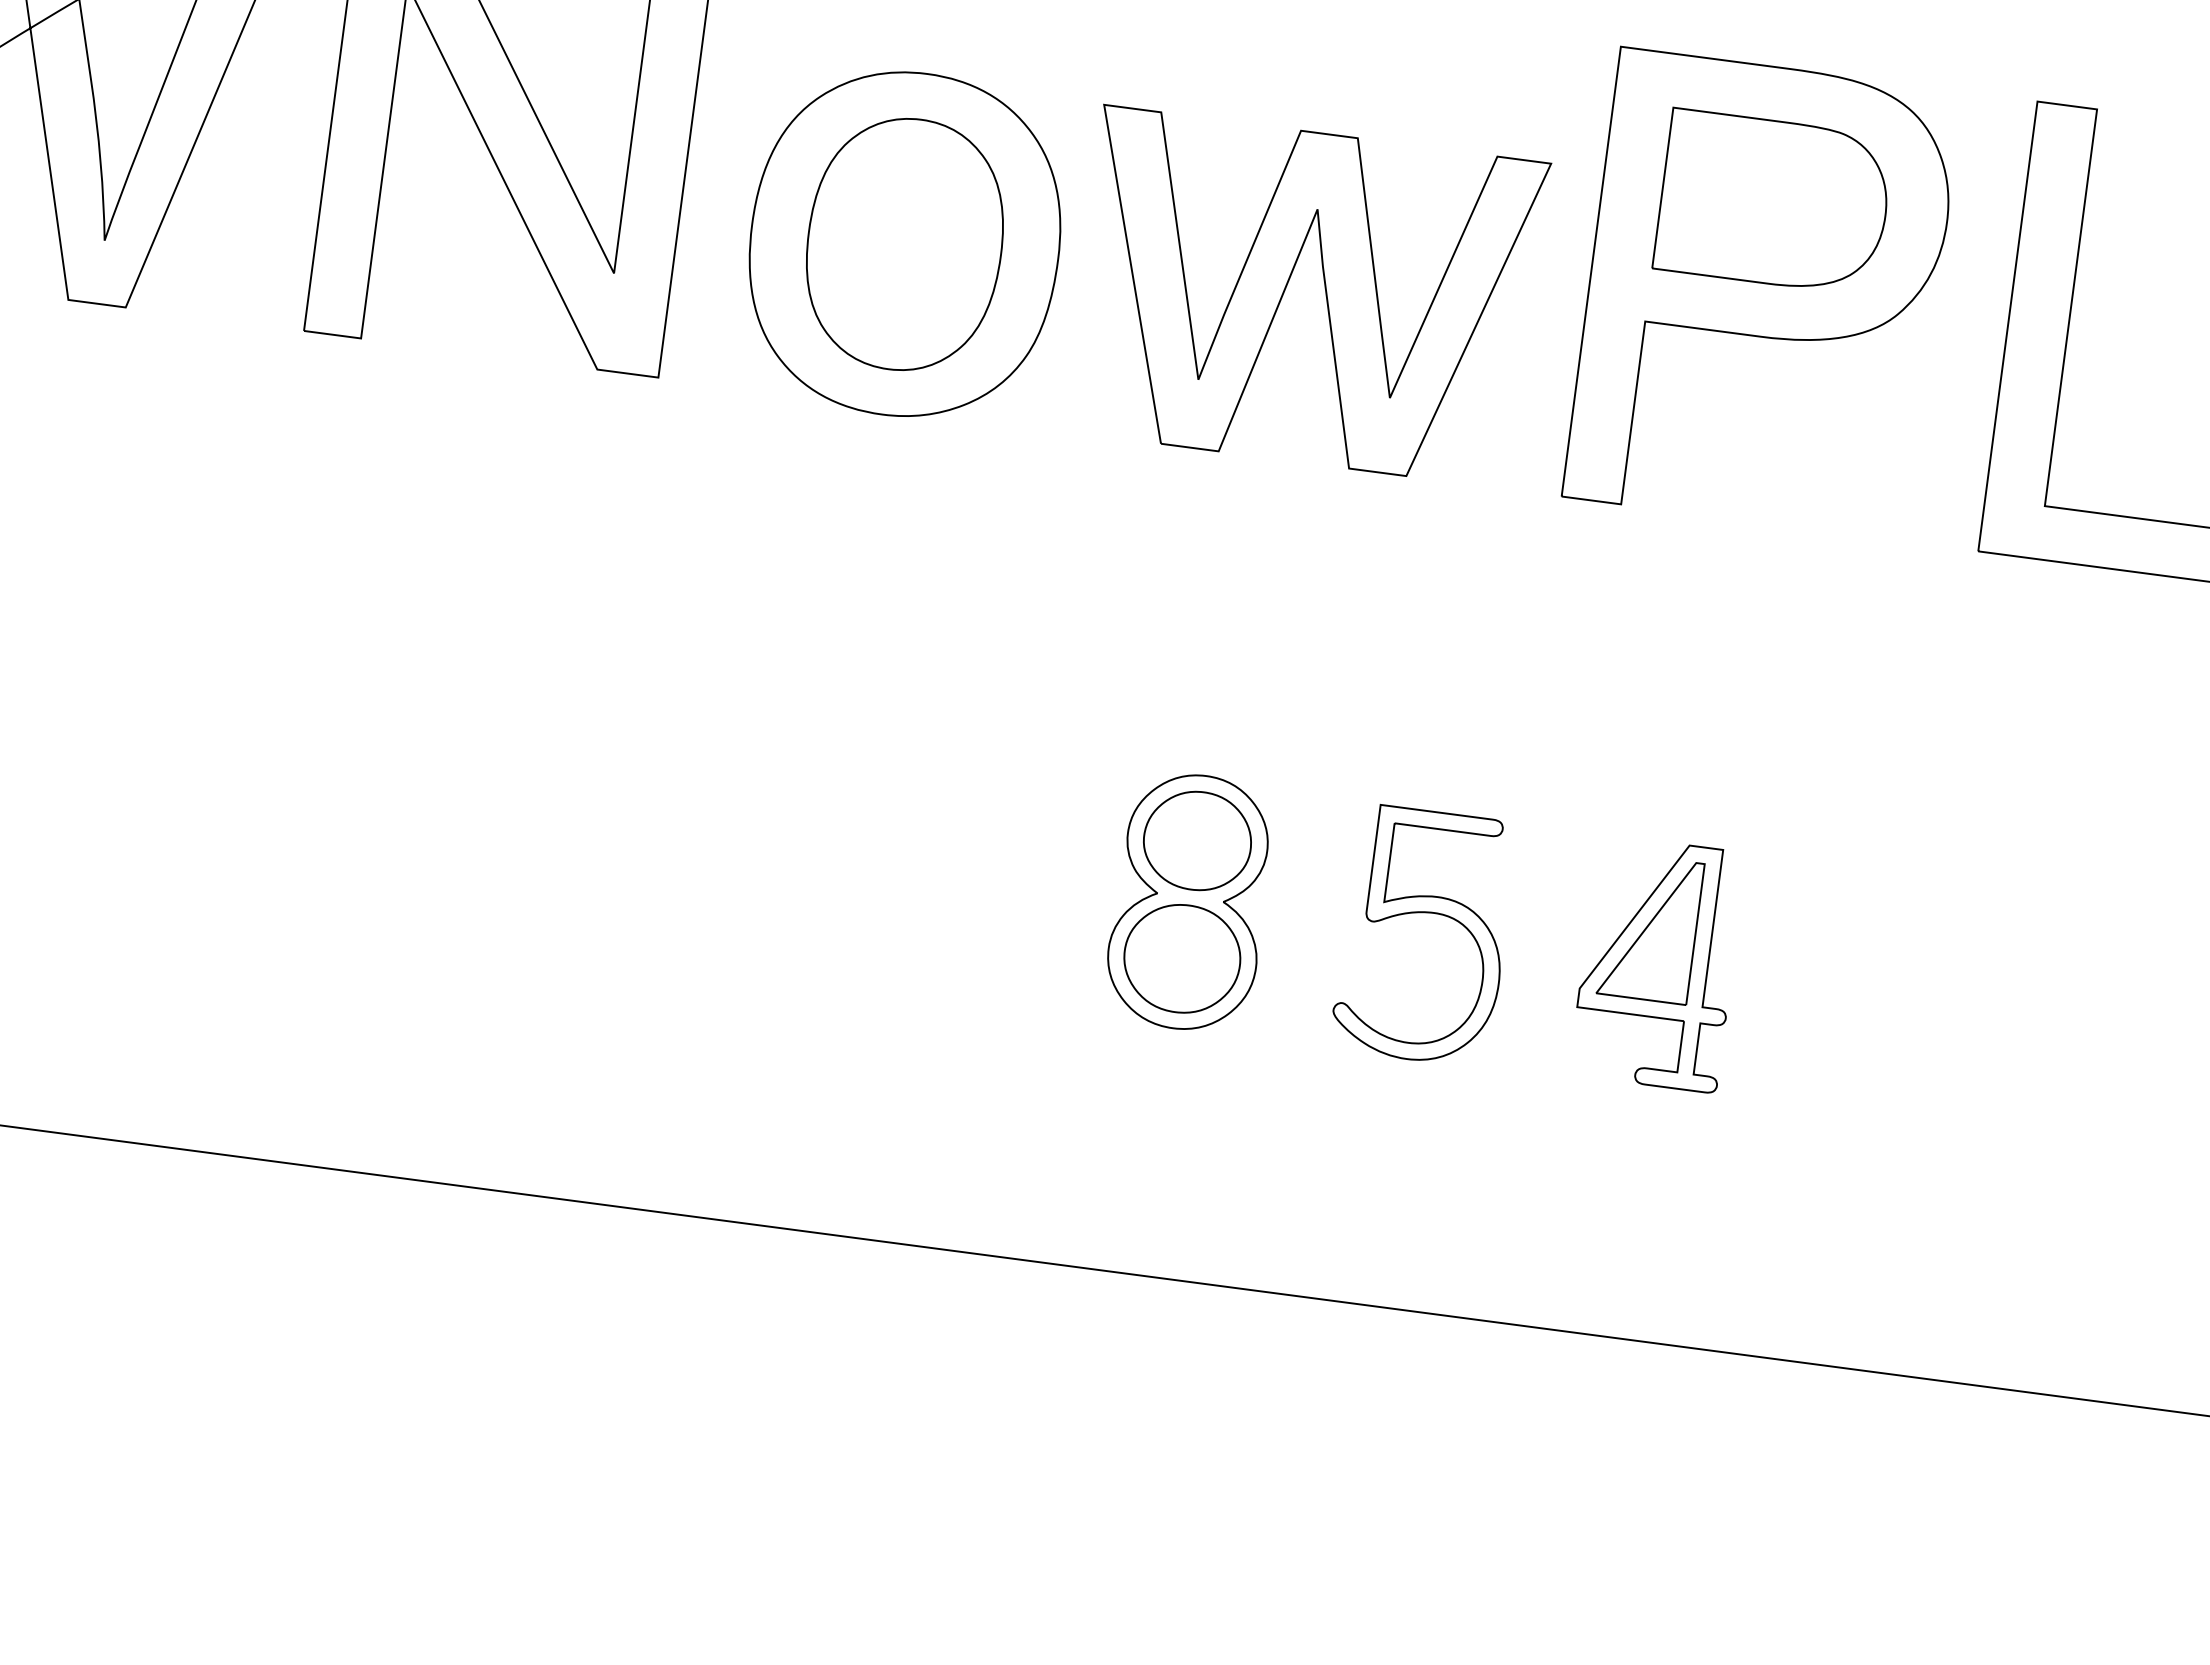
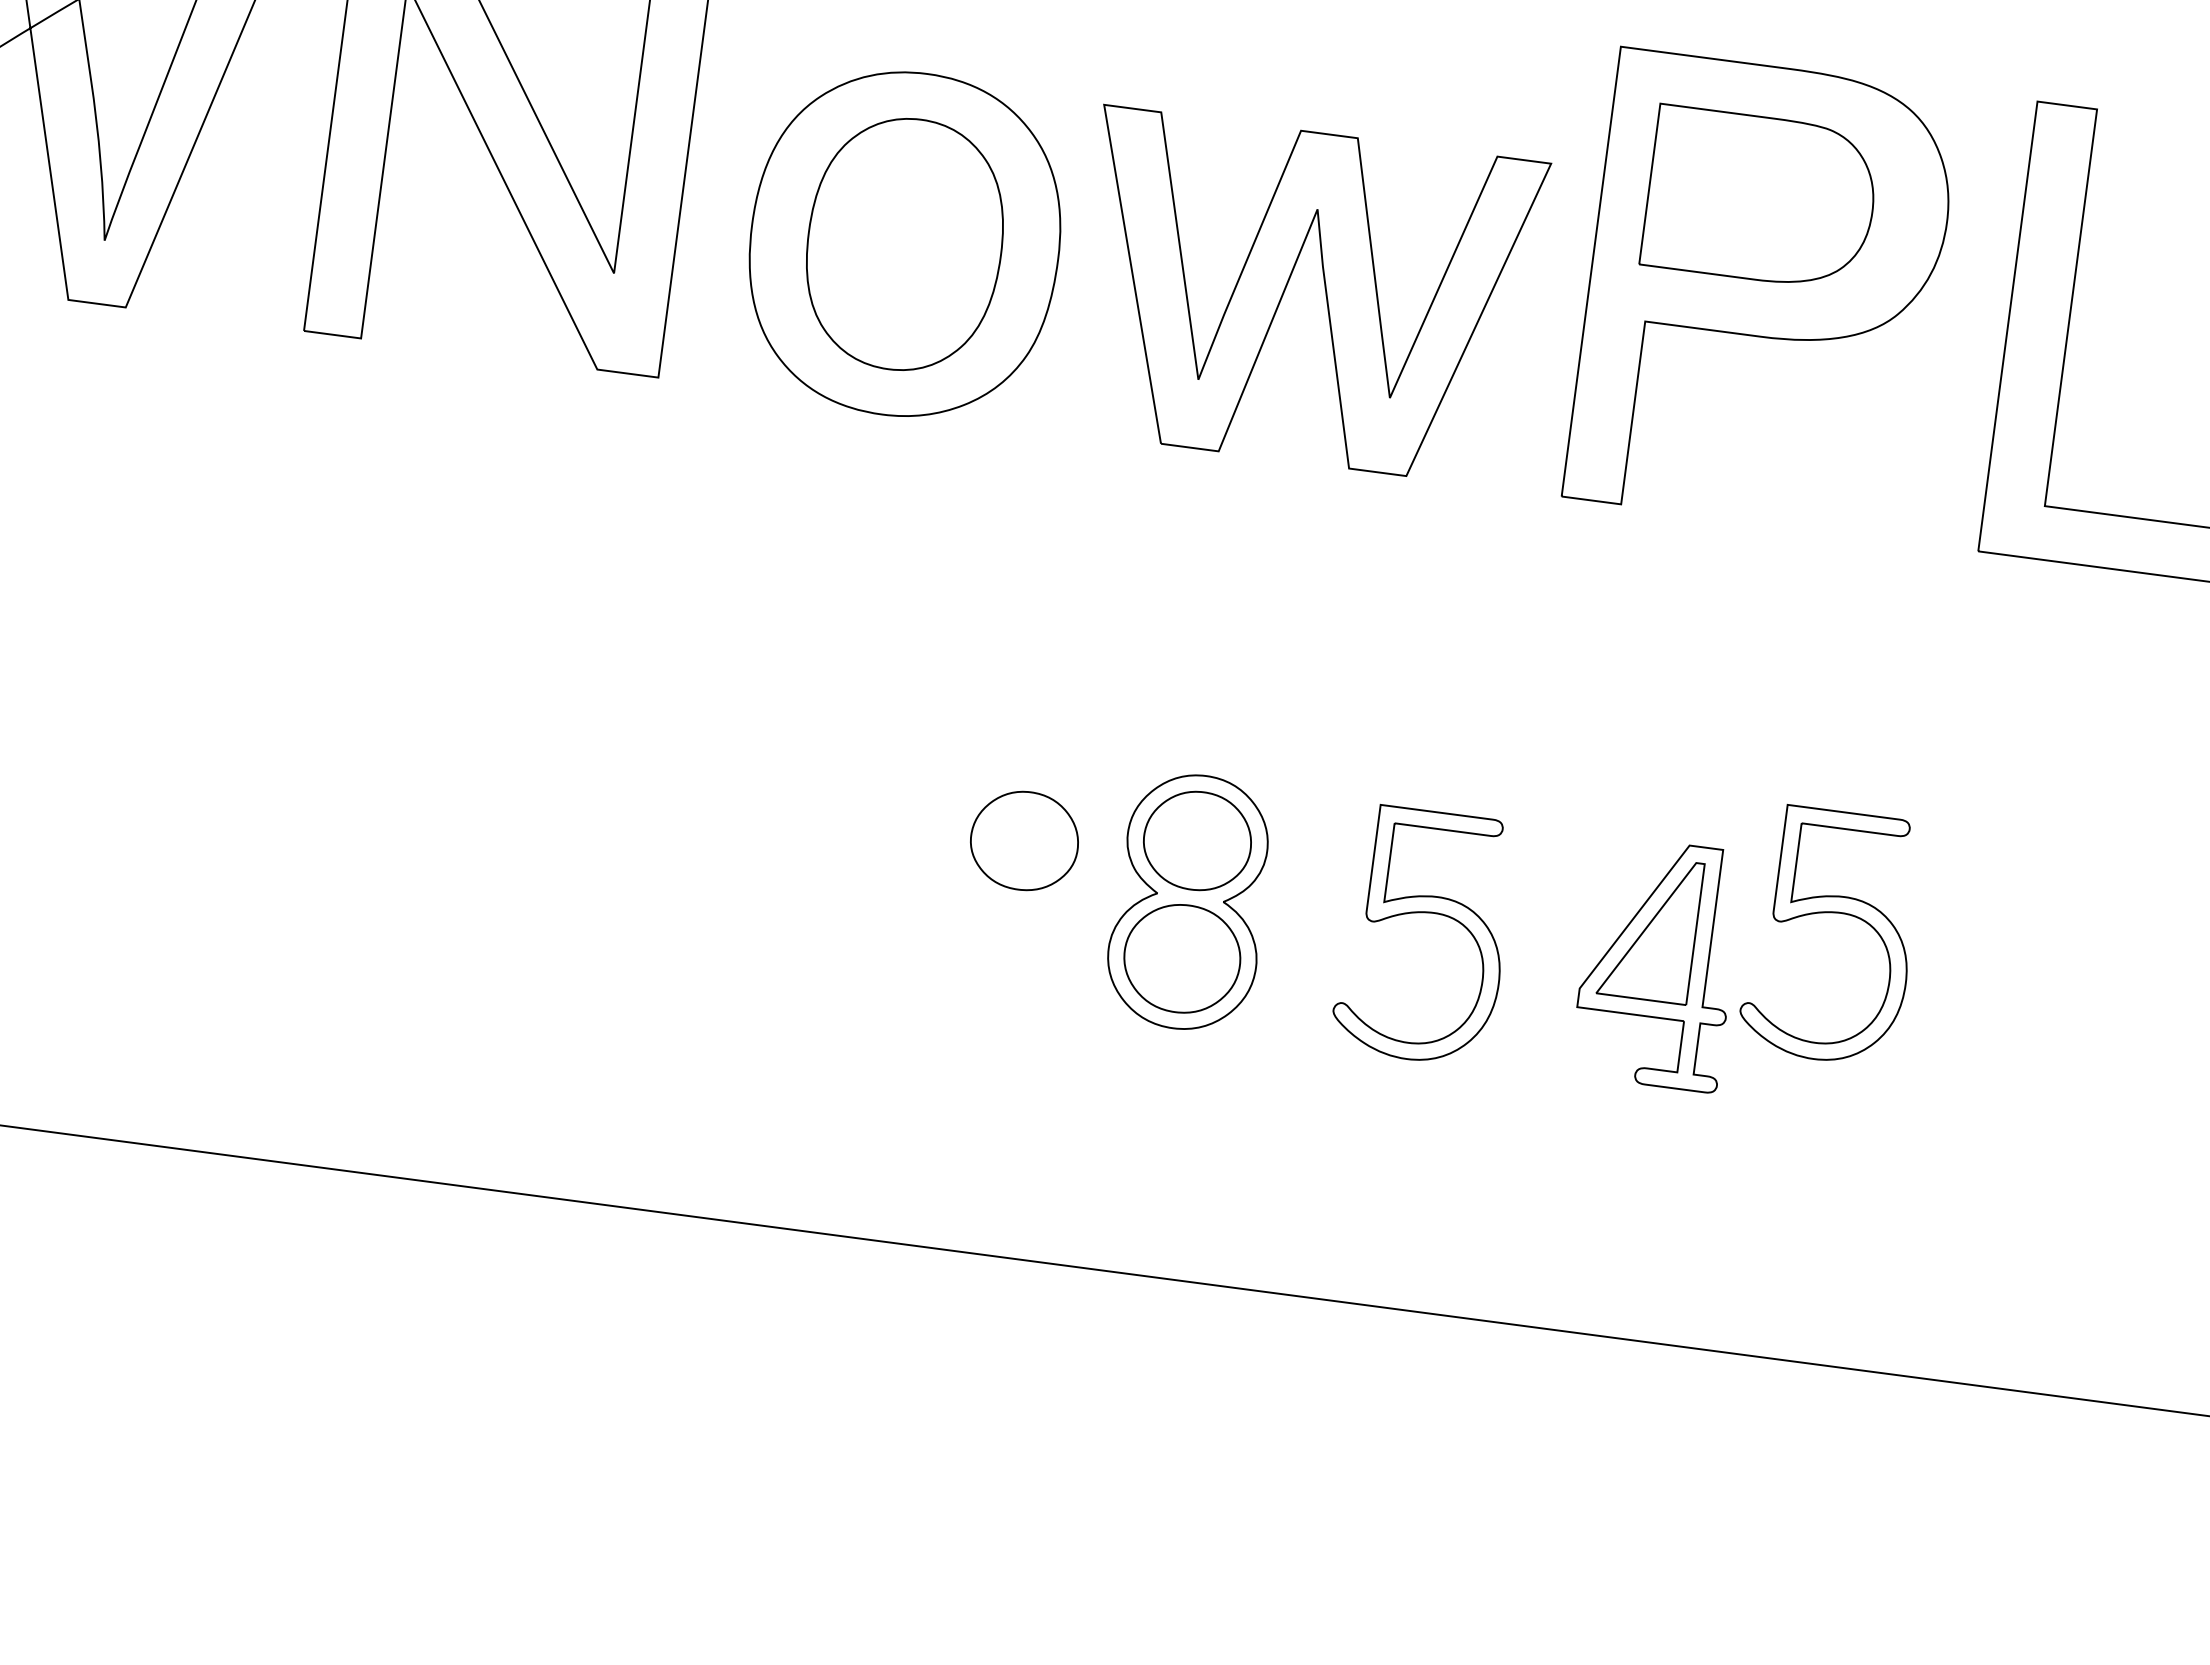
part at (1769, 196) position: (1769, 196) -> (1756, 192)
part at (1024, 840): none -> present
part at (1824, 913): none -> present
